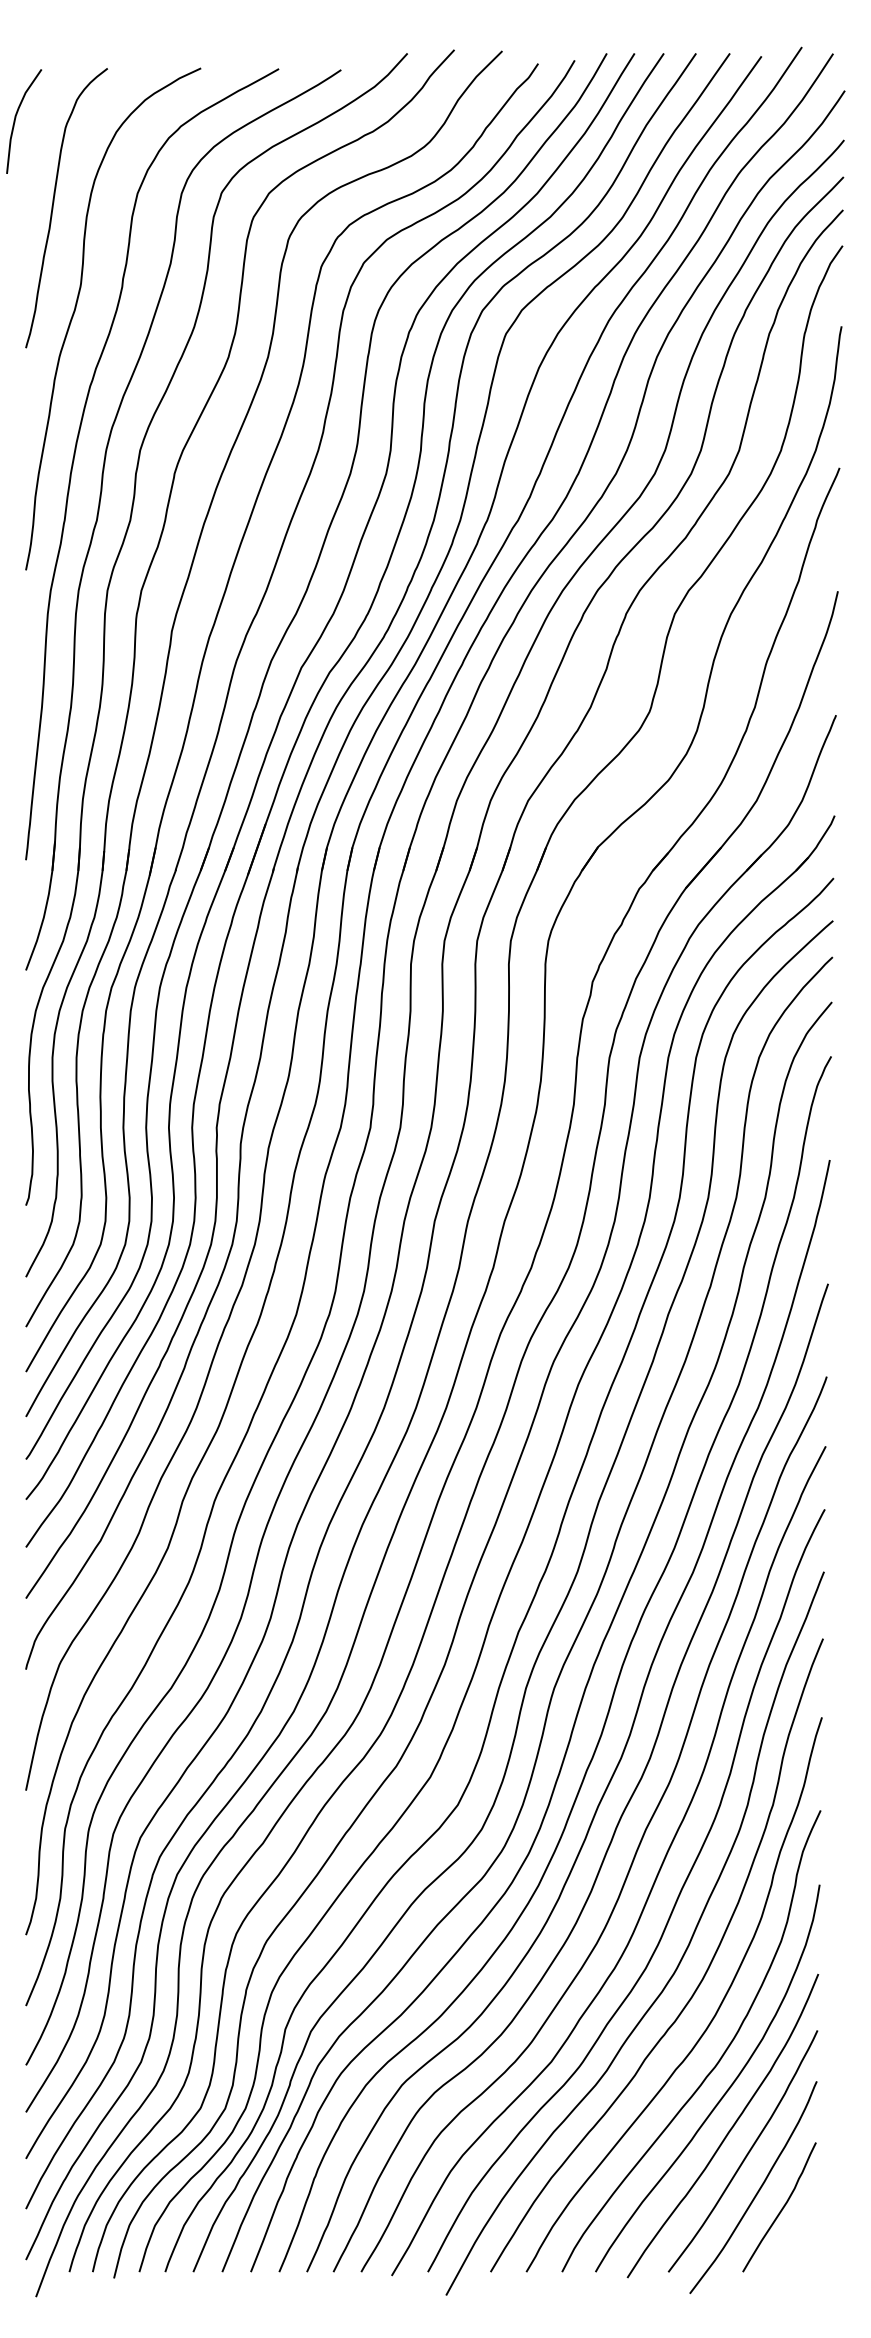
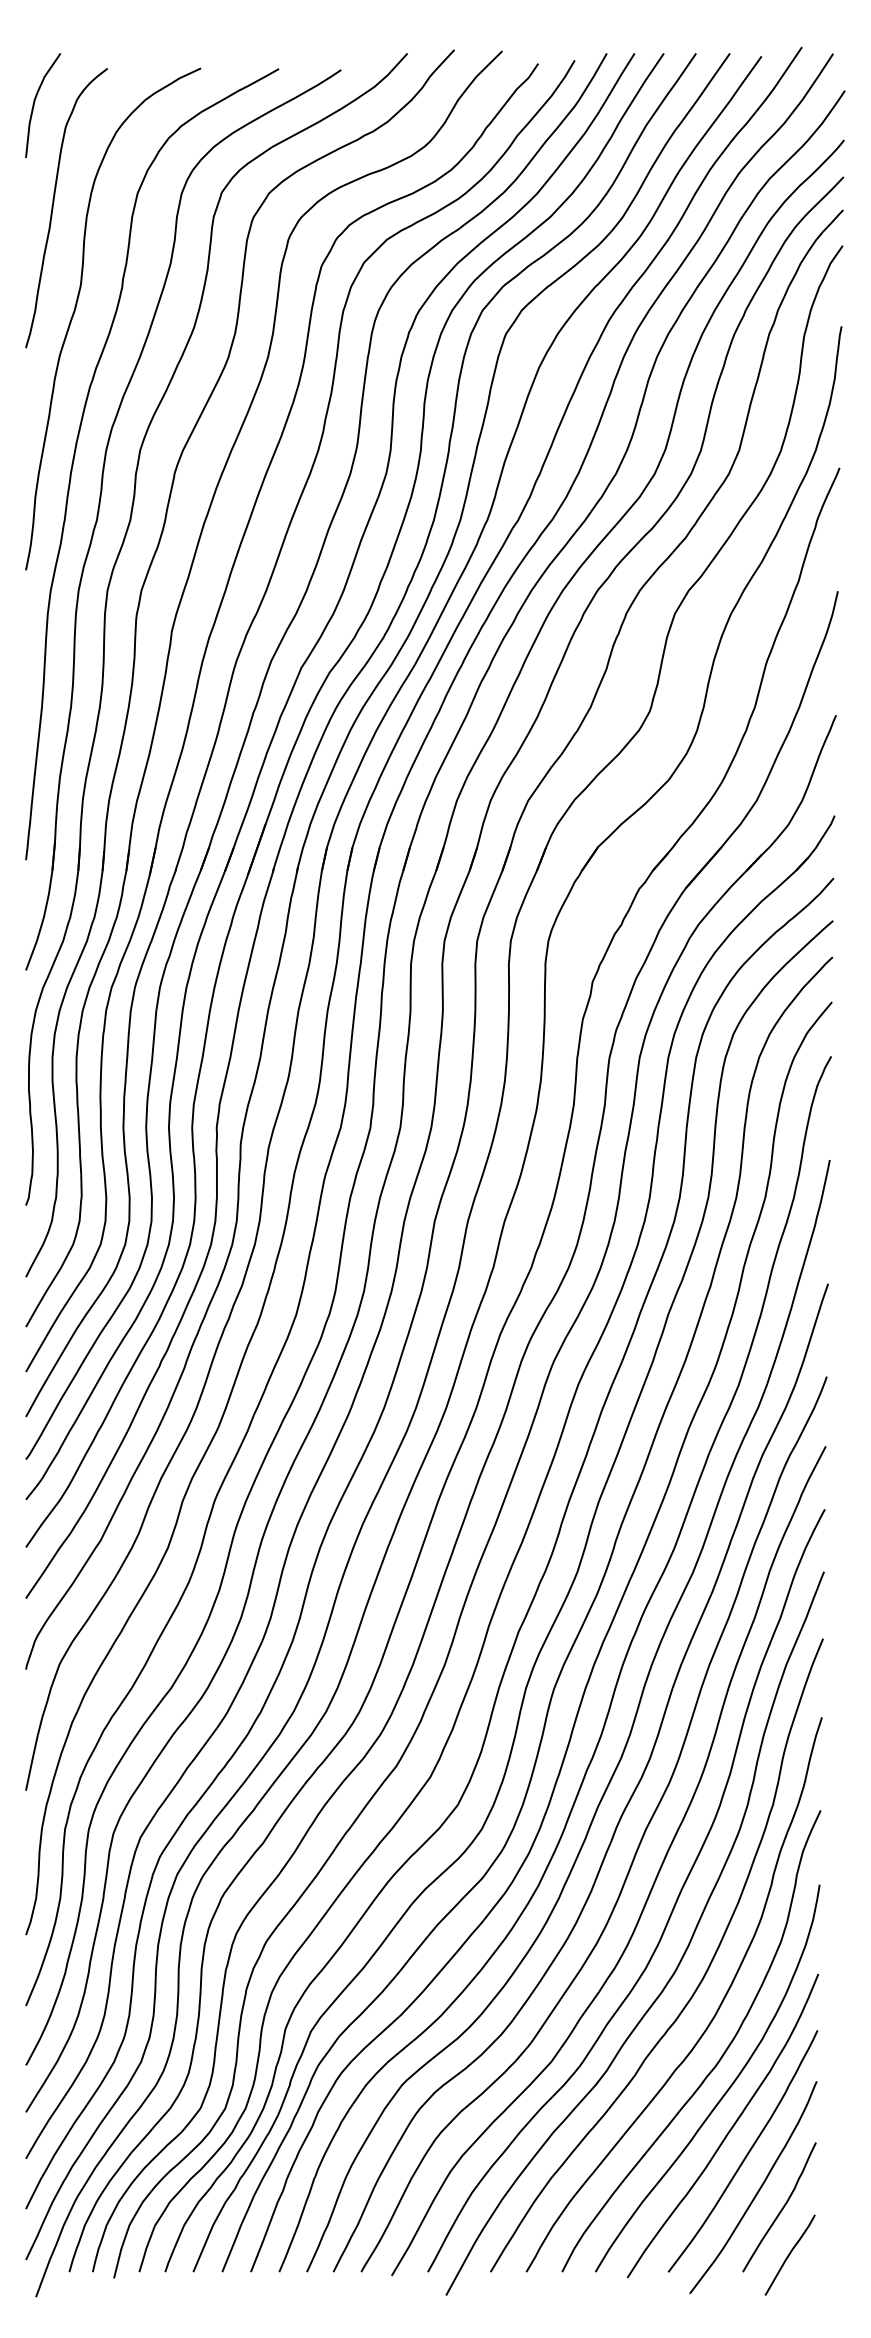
curve at (16, 118) position: (16, 118) -> (35, 102)
curve at (789, 2254): none -> present
